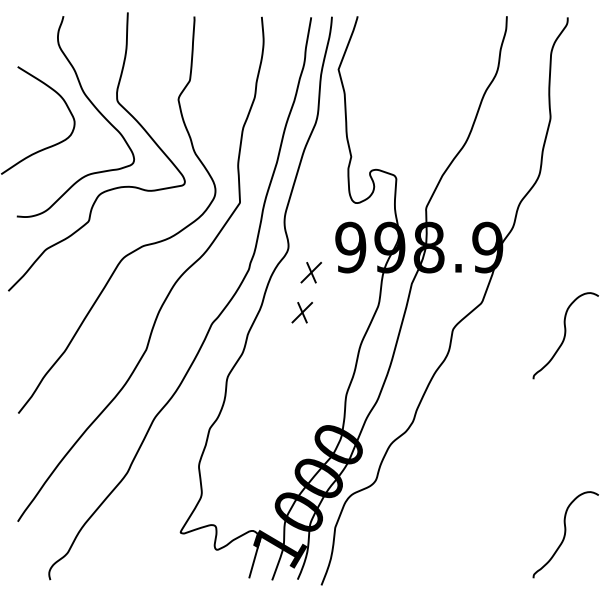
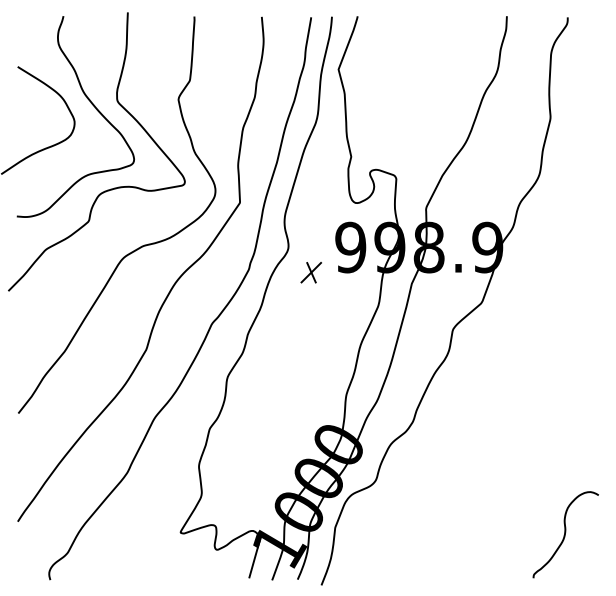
part at (301, 312): present -> none
curve at (565, 335): present -> none
